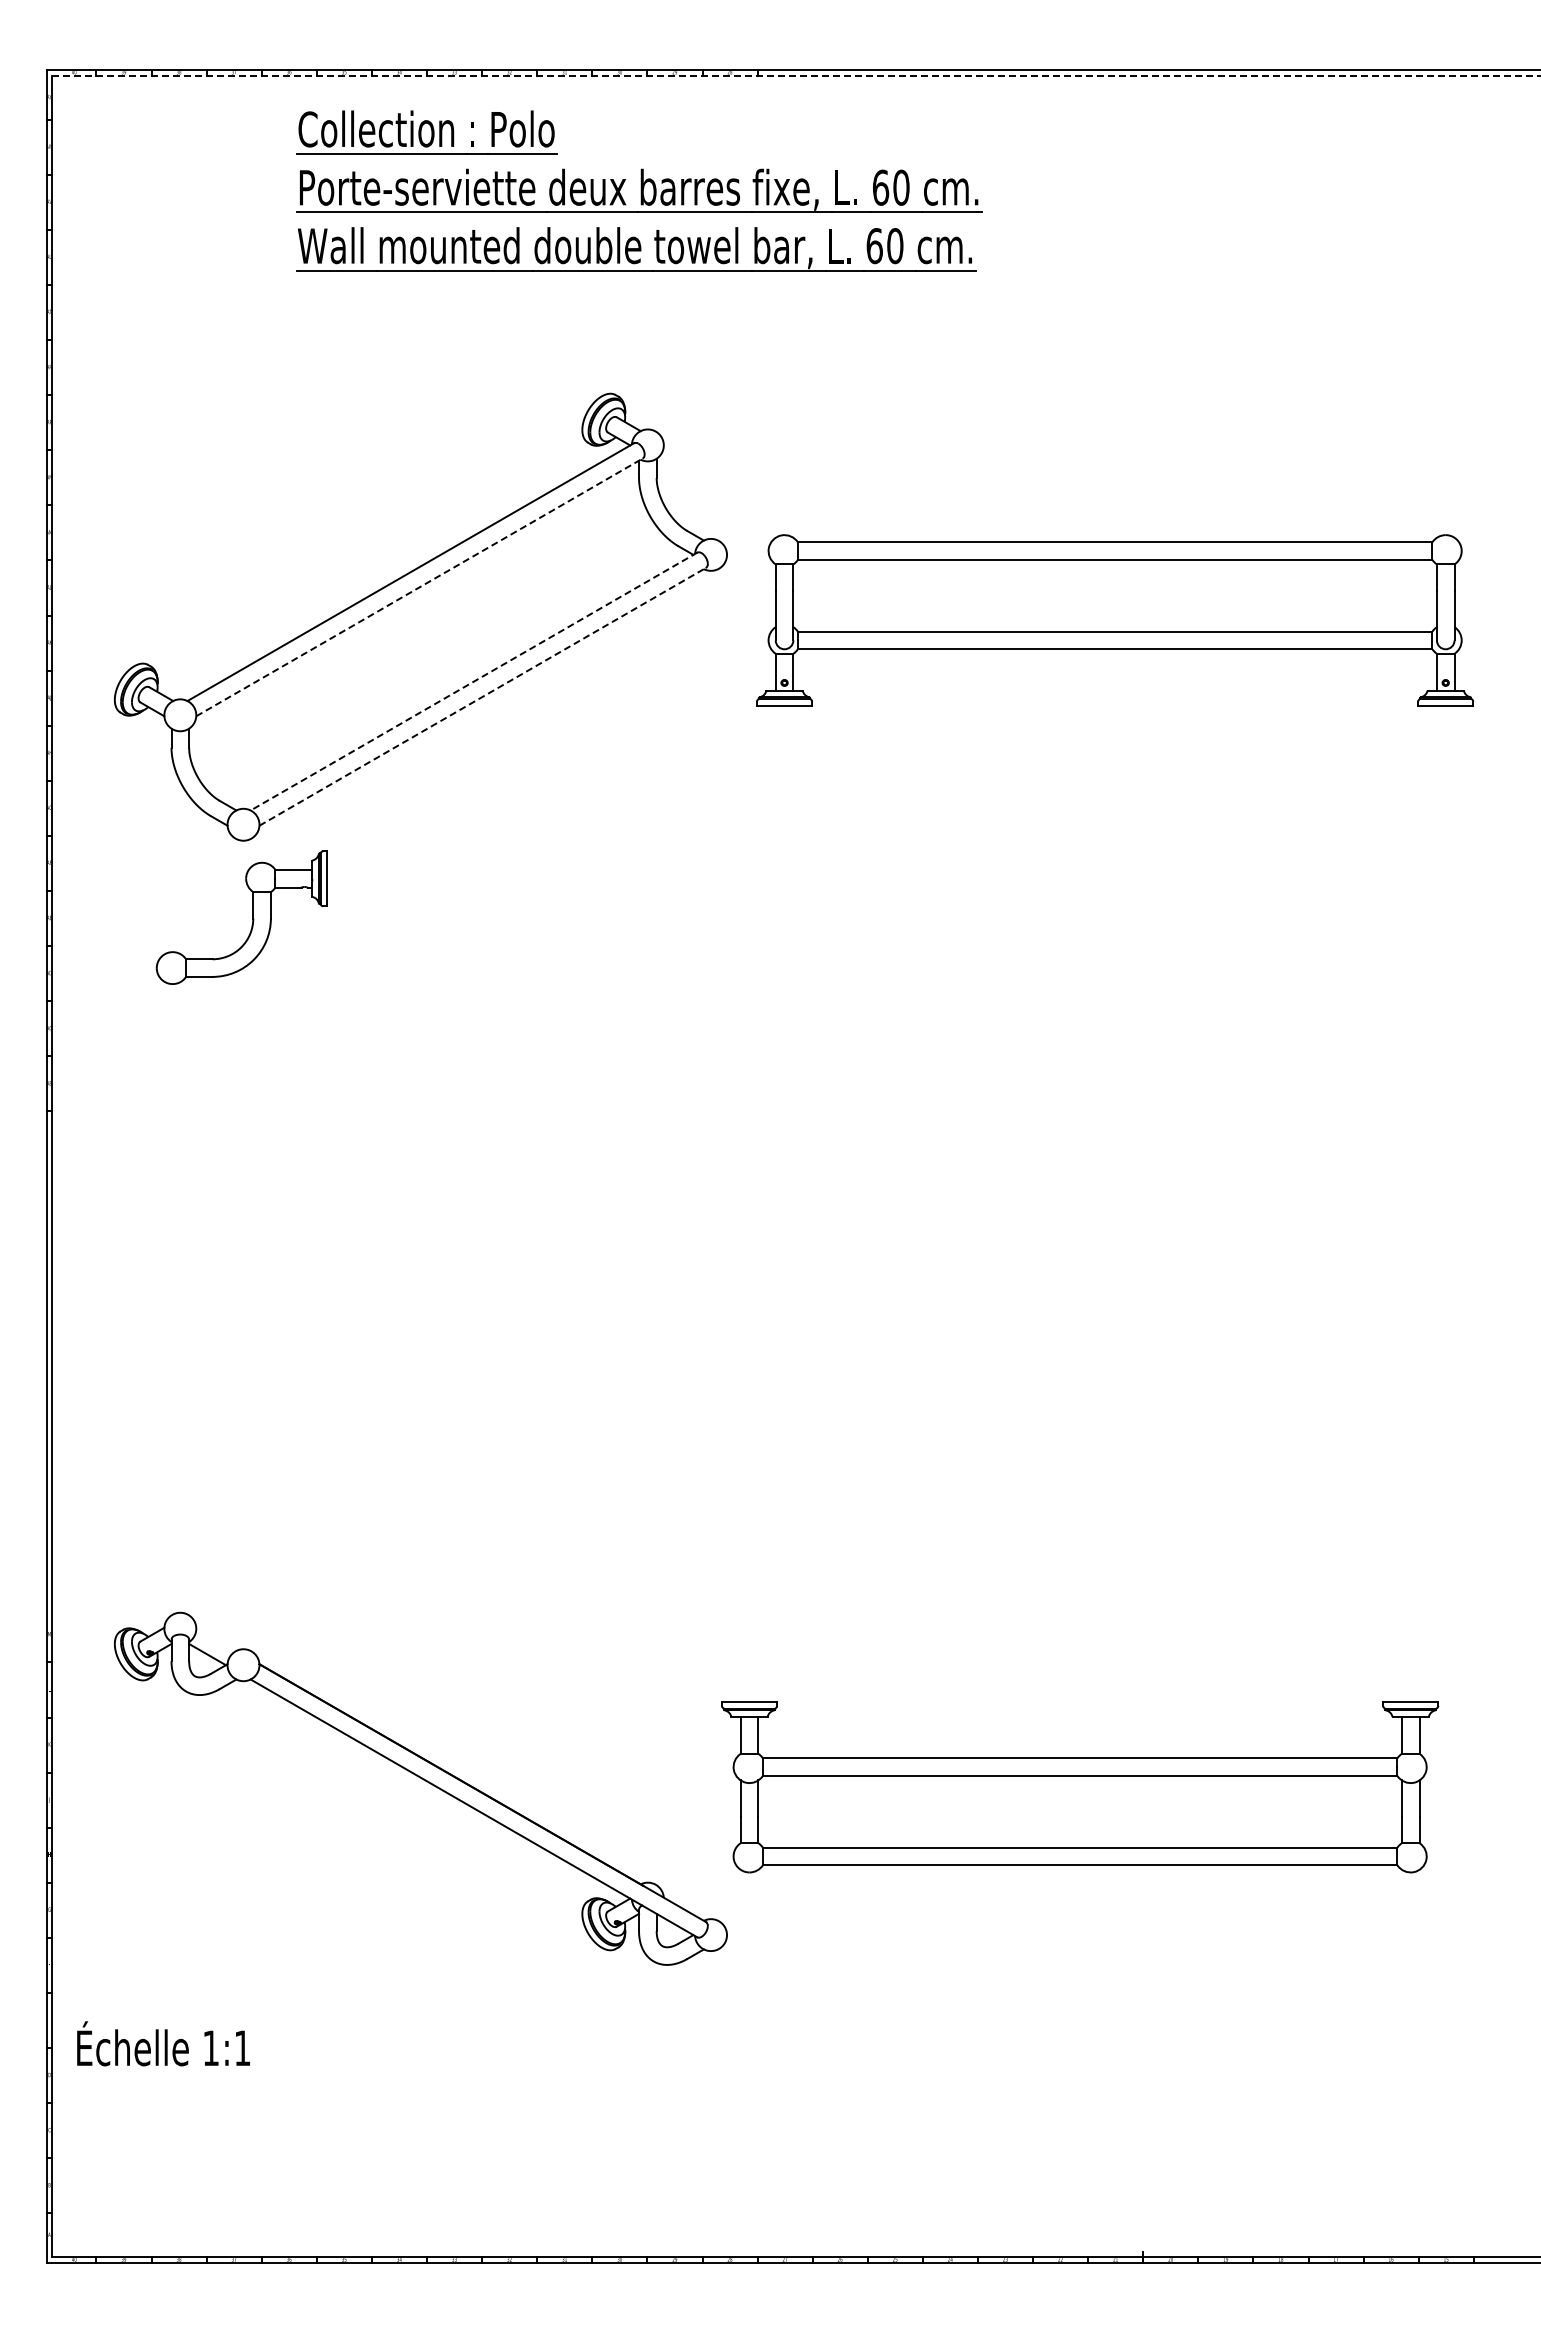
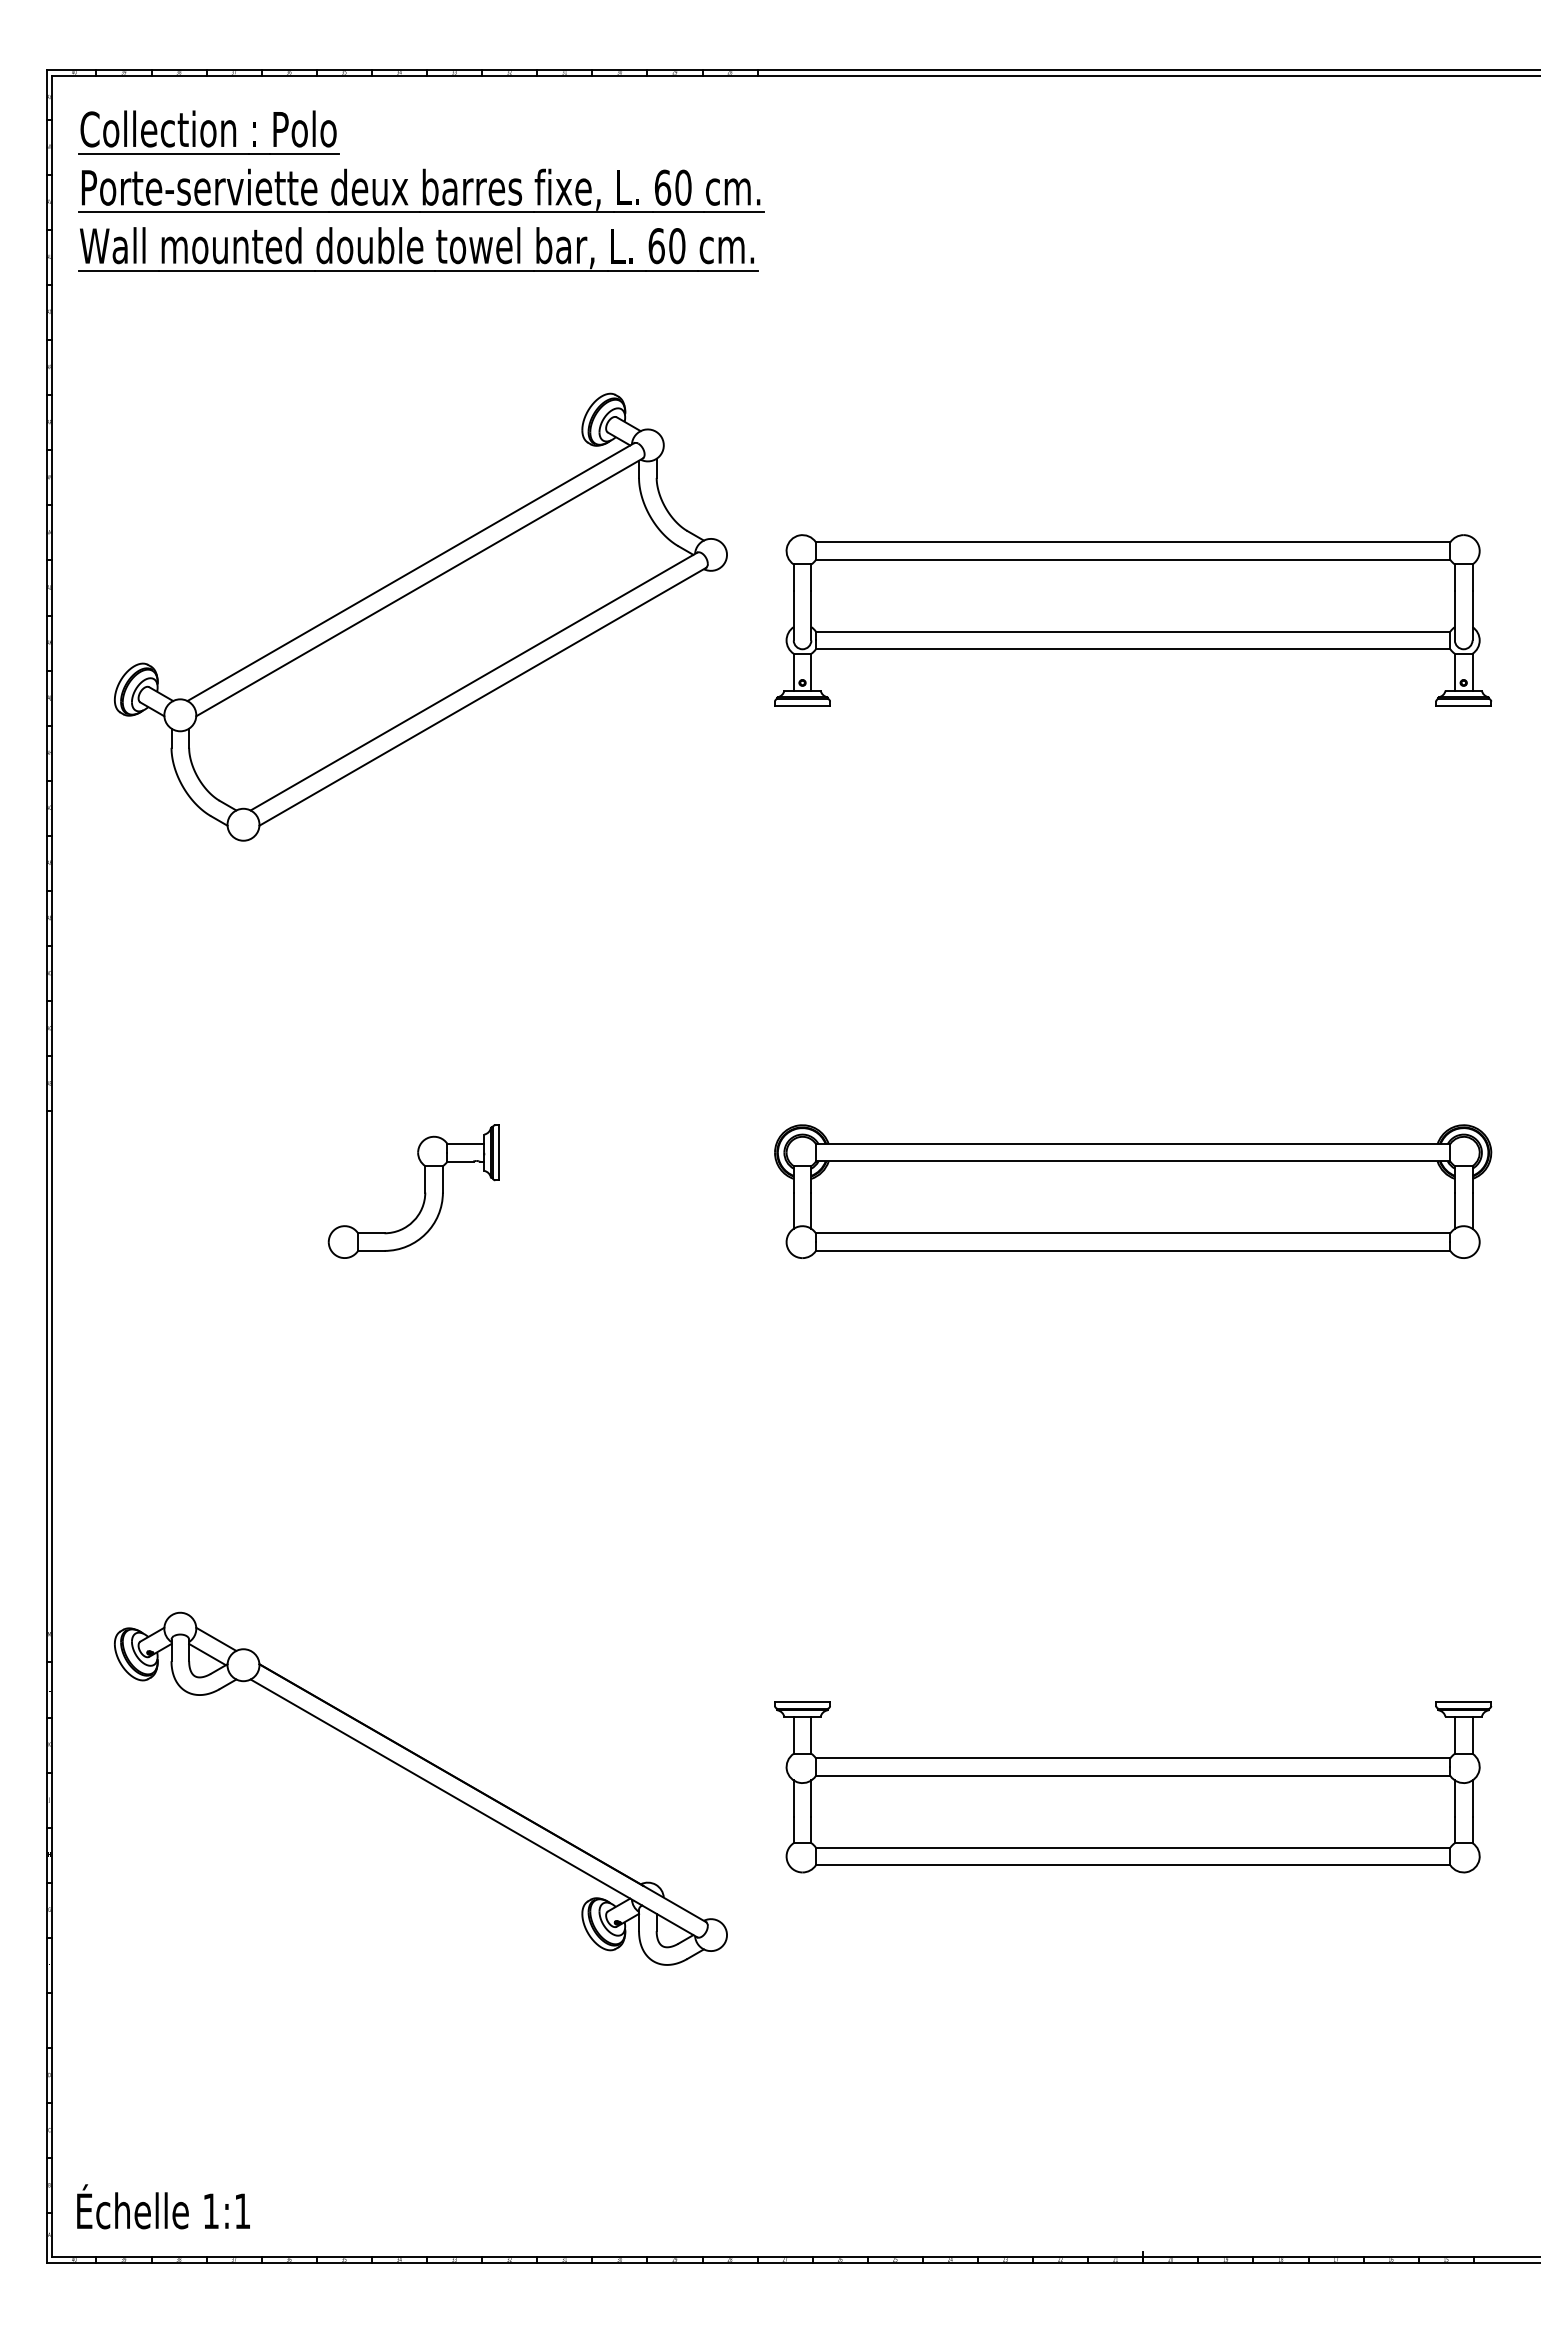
line at (796, 75): dashed -> solid
part at (639, 190) position: (639, 190) -> (421, 190)
line at (420, 587): dashed -> solid
part at (1115, 620) position: (1115, 620) -> (1133, 620)
line at (473, 681): dashed -> solid
line at (483, 696): dashed -> solid
part at (252, 917) position: (252, 917) -> (424, 1191)
part at (1133, 1191): none -> present
line at (216, 1638): none -> present
part at (1080, 1787) position: (1080, 1787) -> (1133, 1787)
text at (163, 2043) position: (163, 2043) -> (163, 2206)
